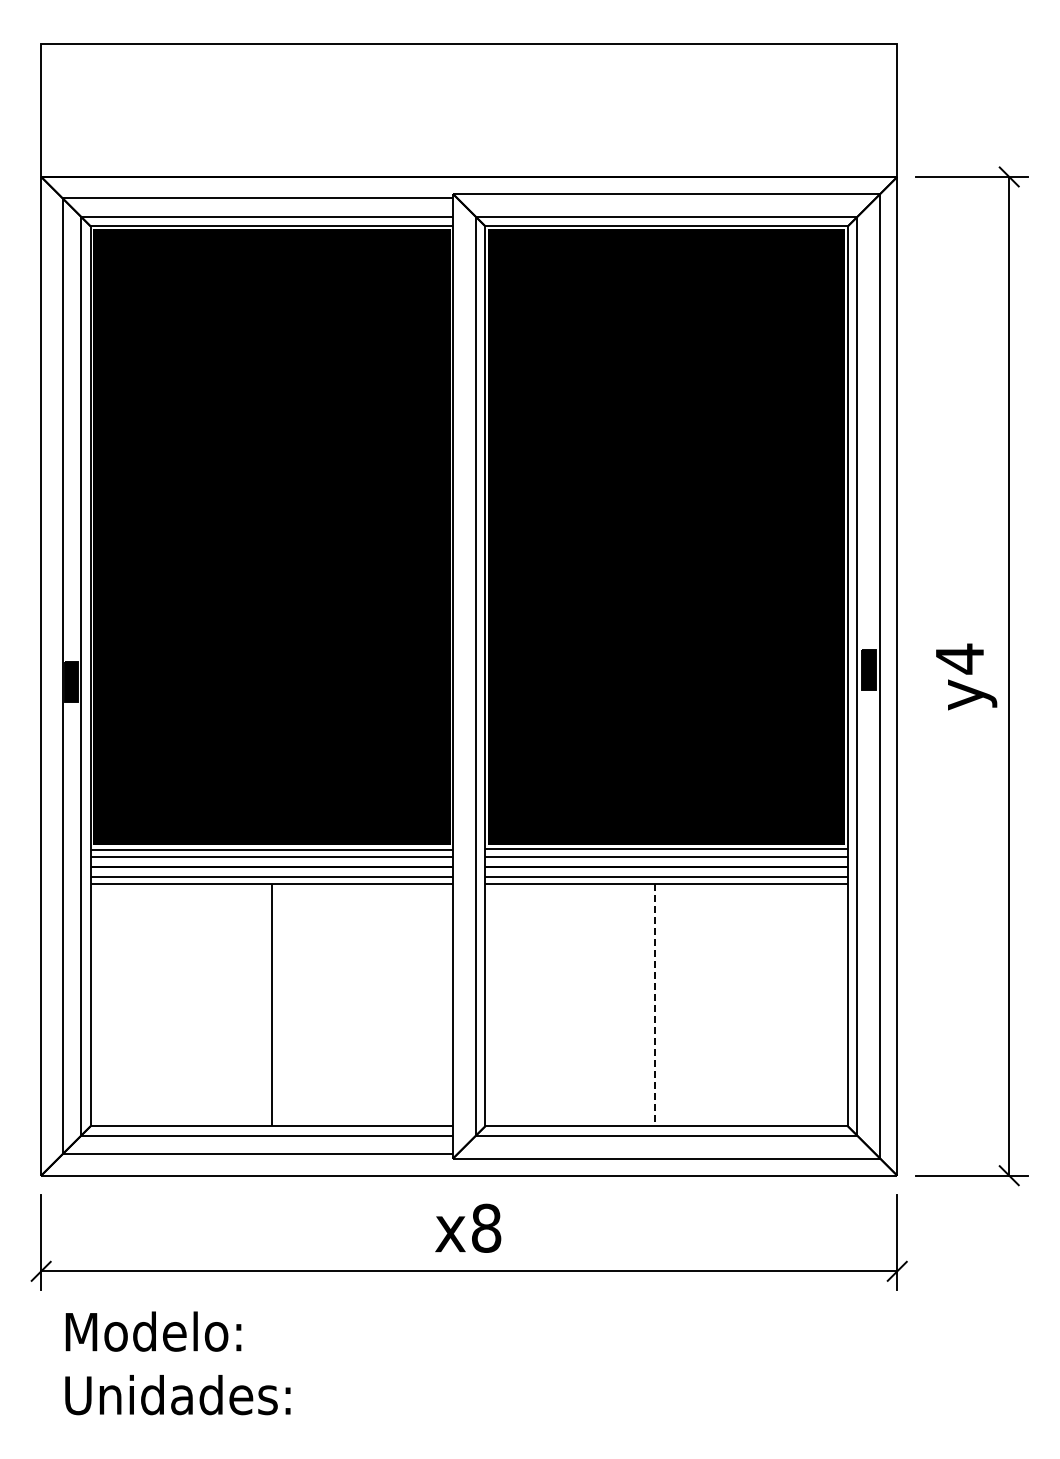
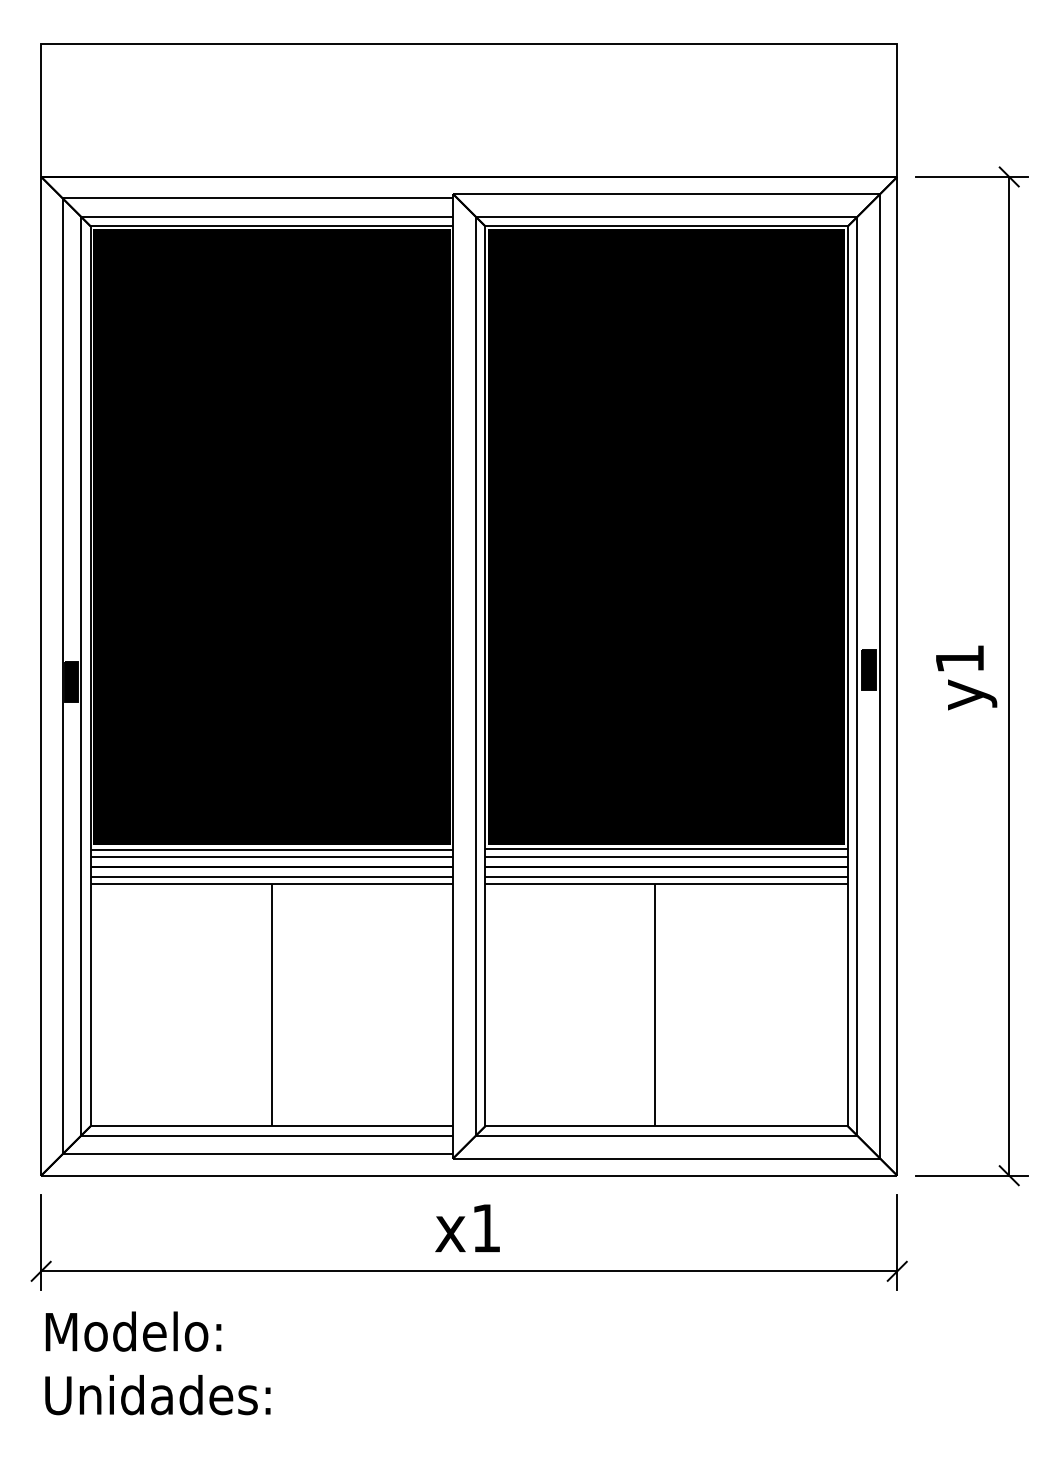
text at (959, 658): y4 -> y1
line at (654, 1005): dashed -> solid
text at (486, 1227): x8 -> x1
text at (177, 1363) position: (177, 1363) -> (157, 1363)
